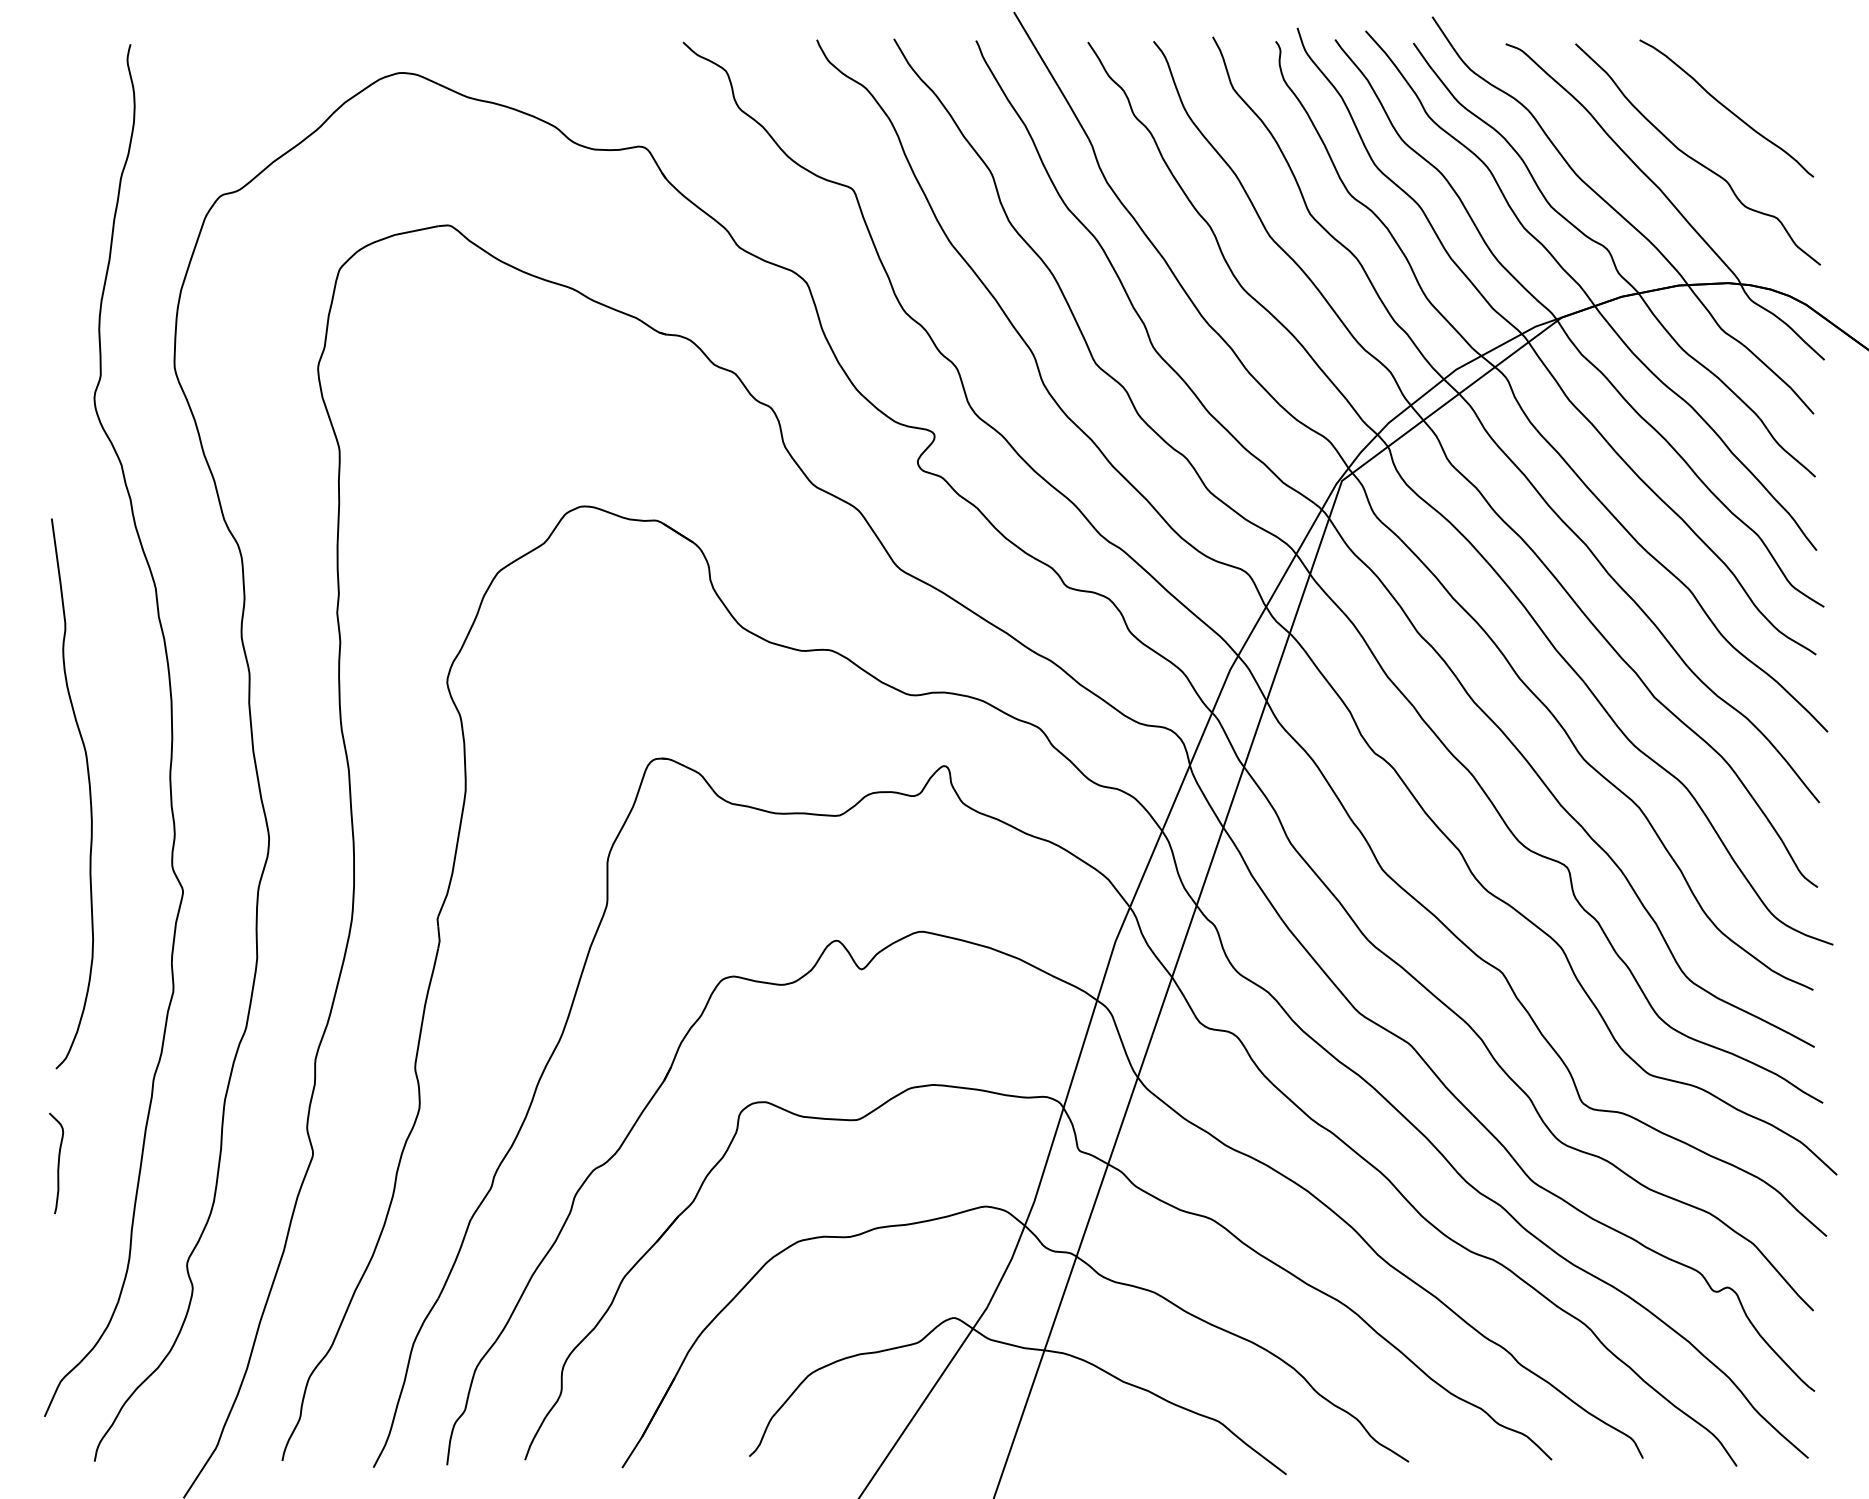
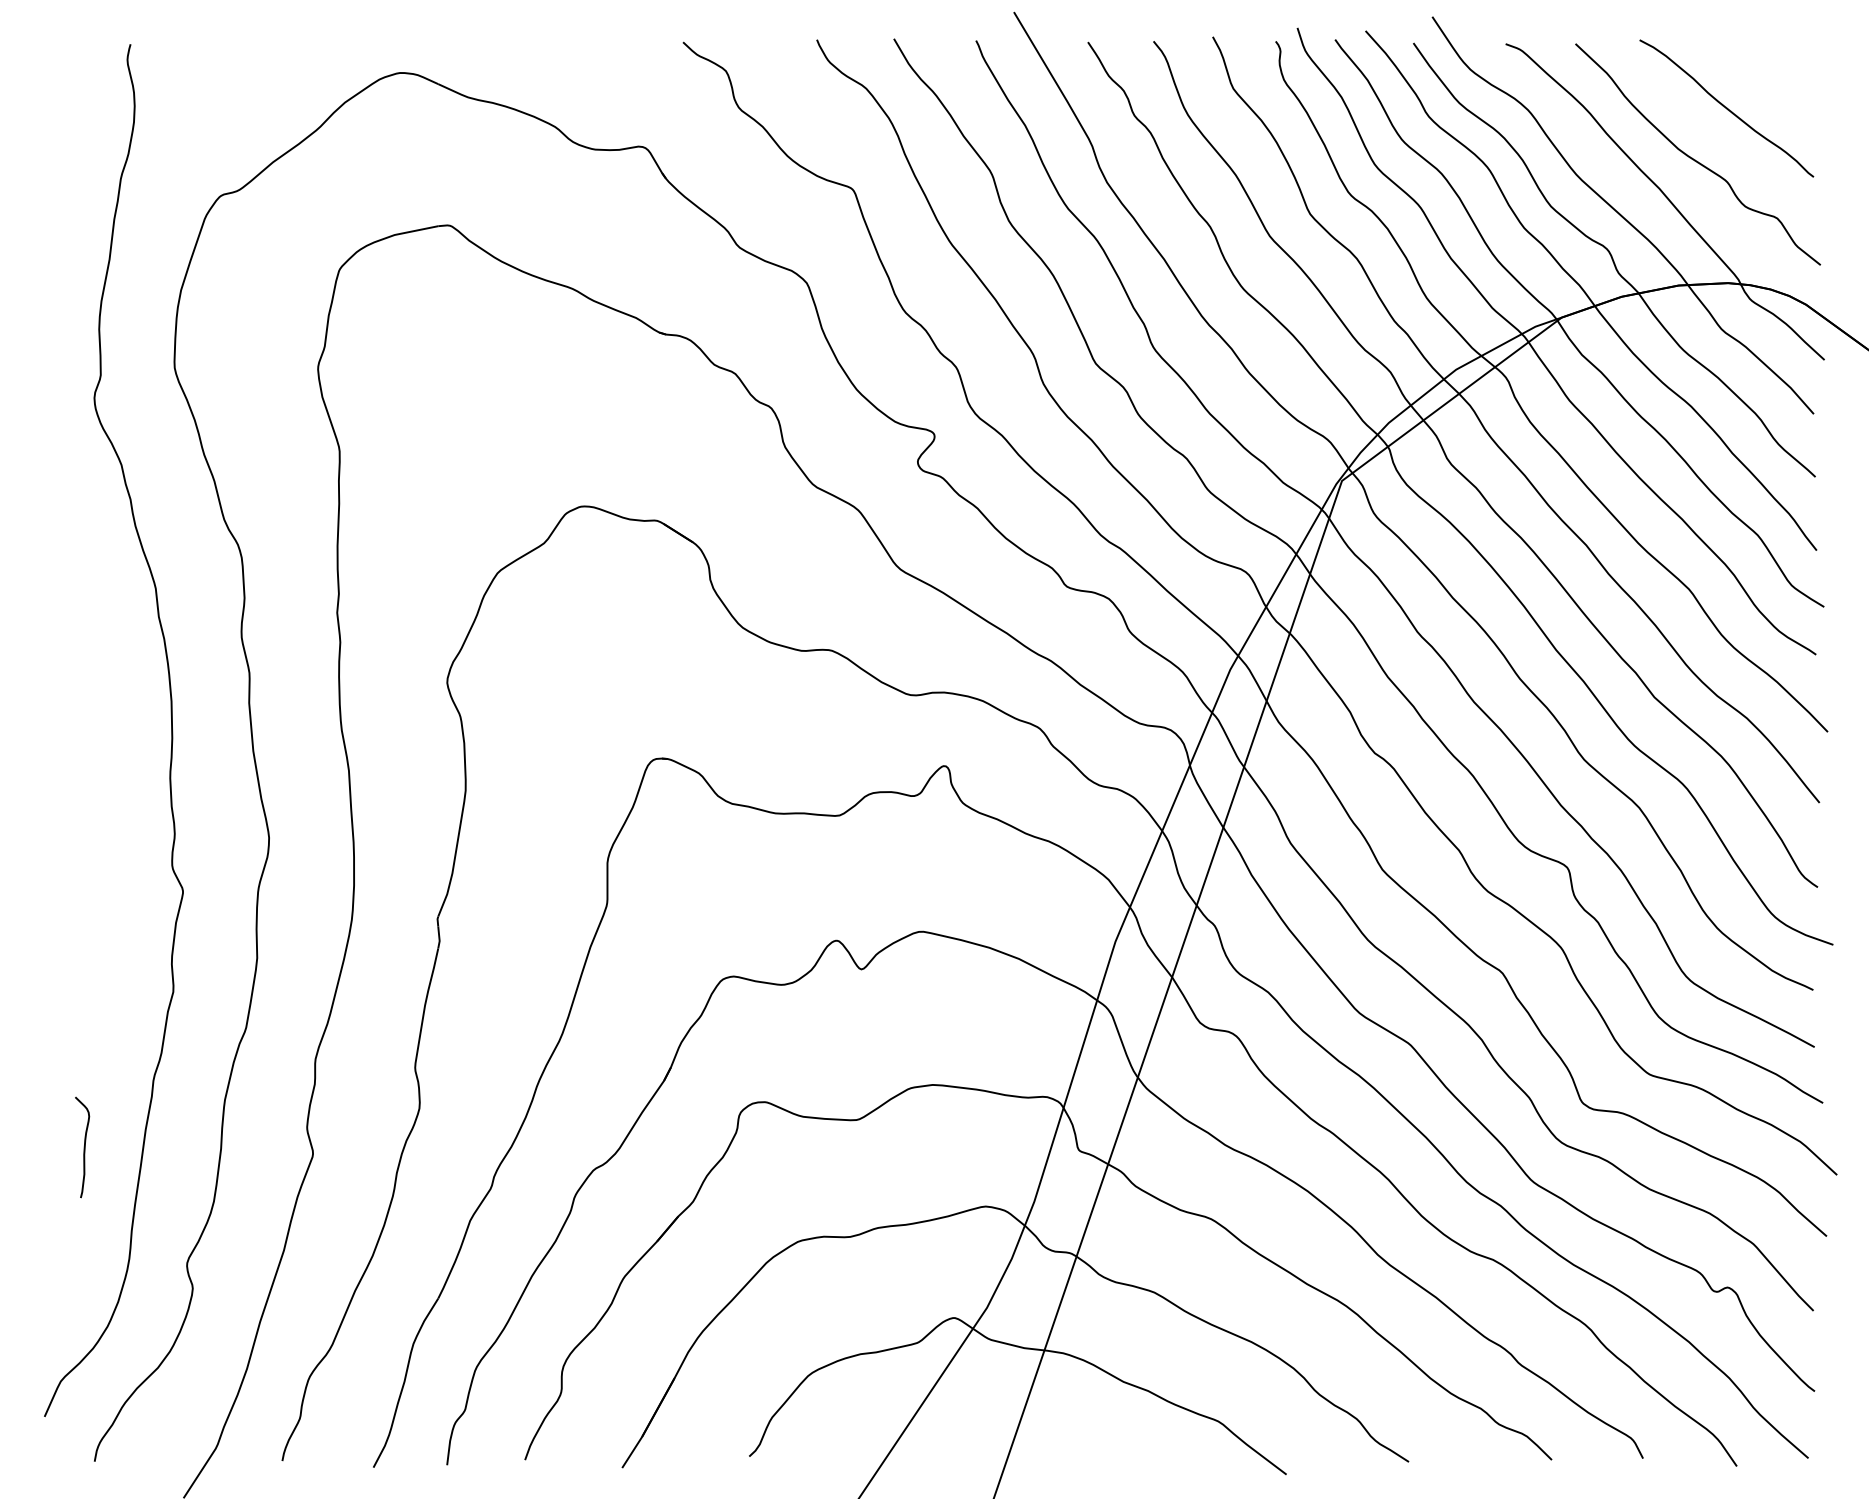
curve at (89, 793): present -> none
curve at (57, 1163) position: (57, 1163) -> (83, 1147)
